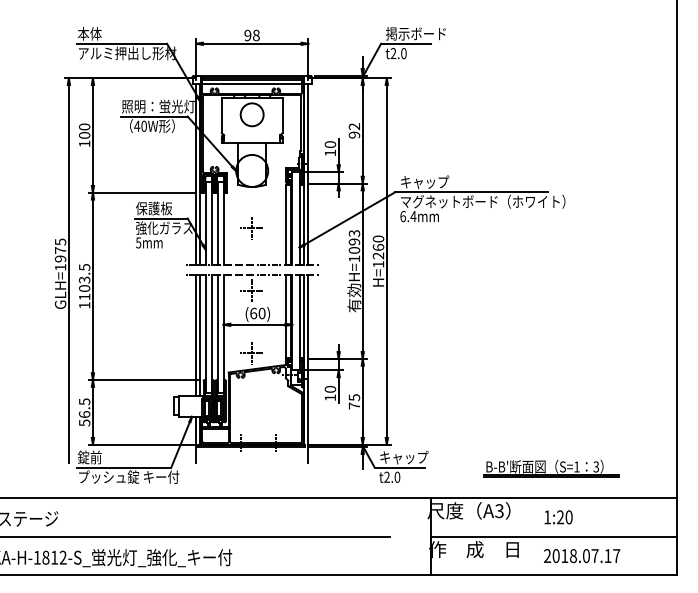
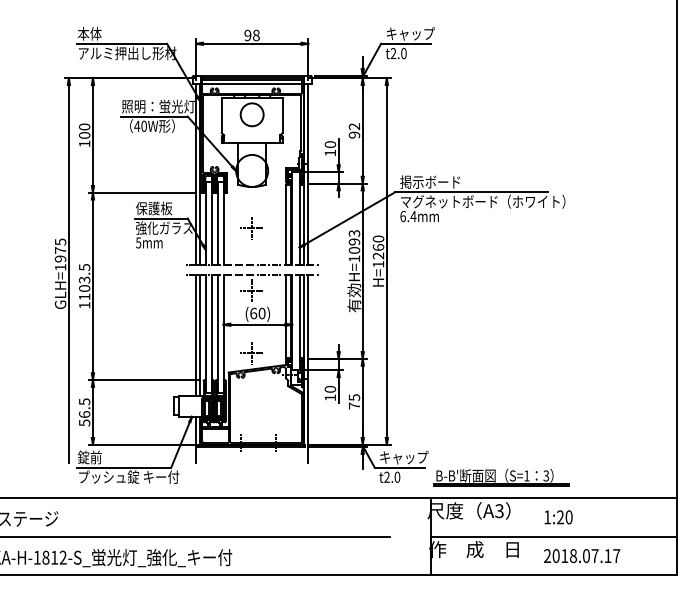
text at (415, 33): 掲示ボード -> キャップ
text at (430, 181): キャップ -> 掲示ボード
part at (551, 468) position: (551, 468) -> (501, 477)
